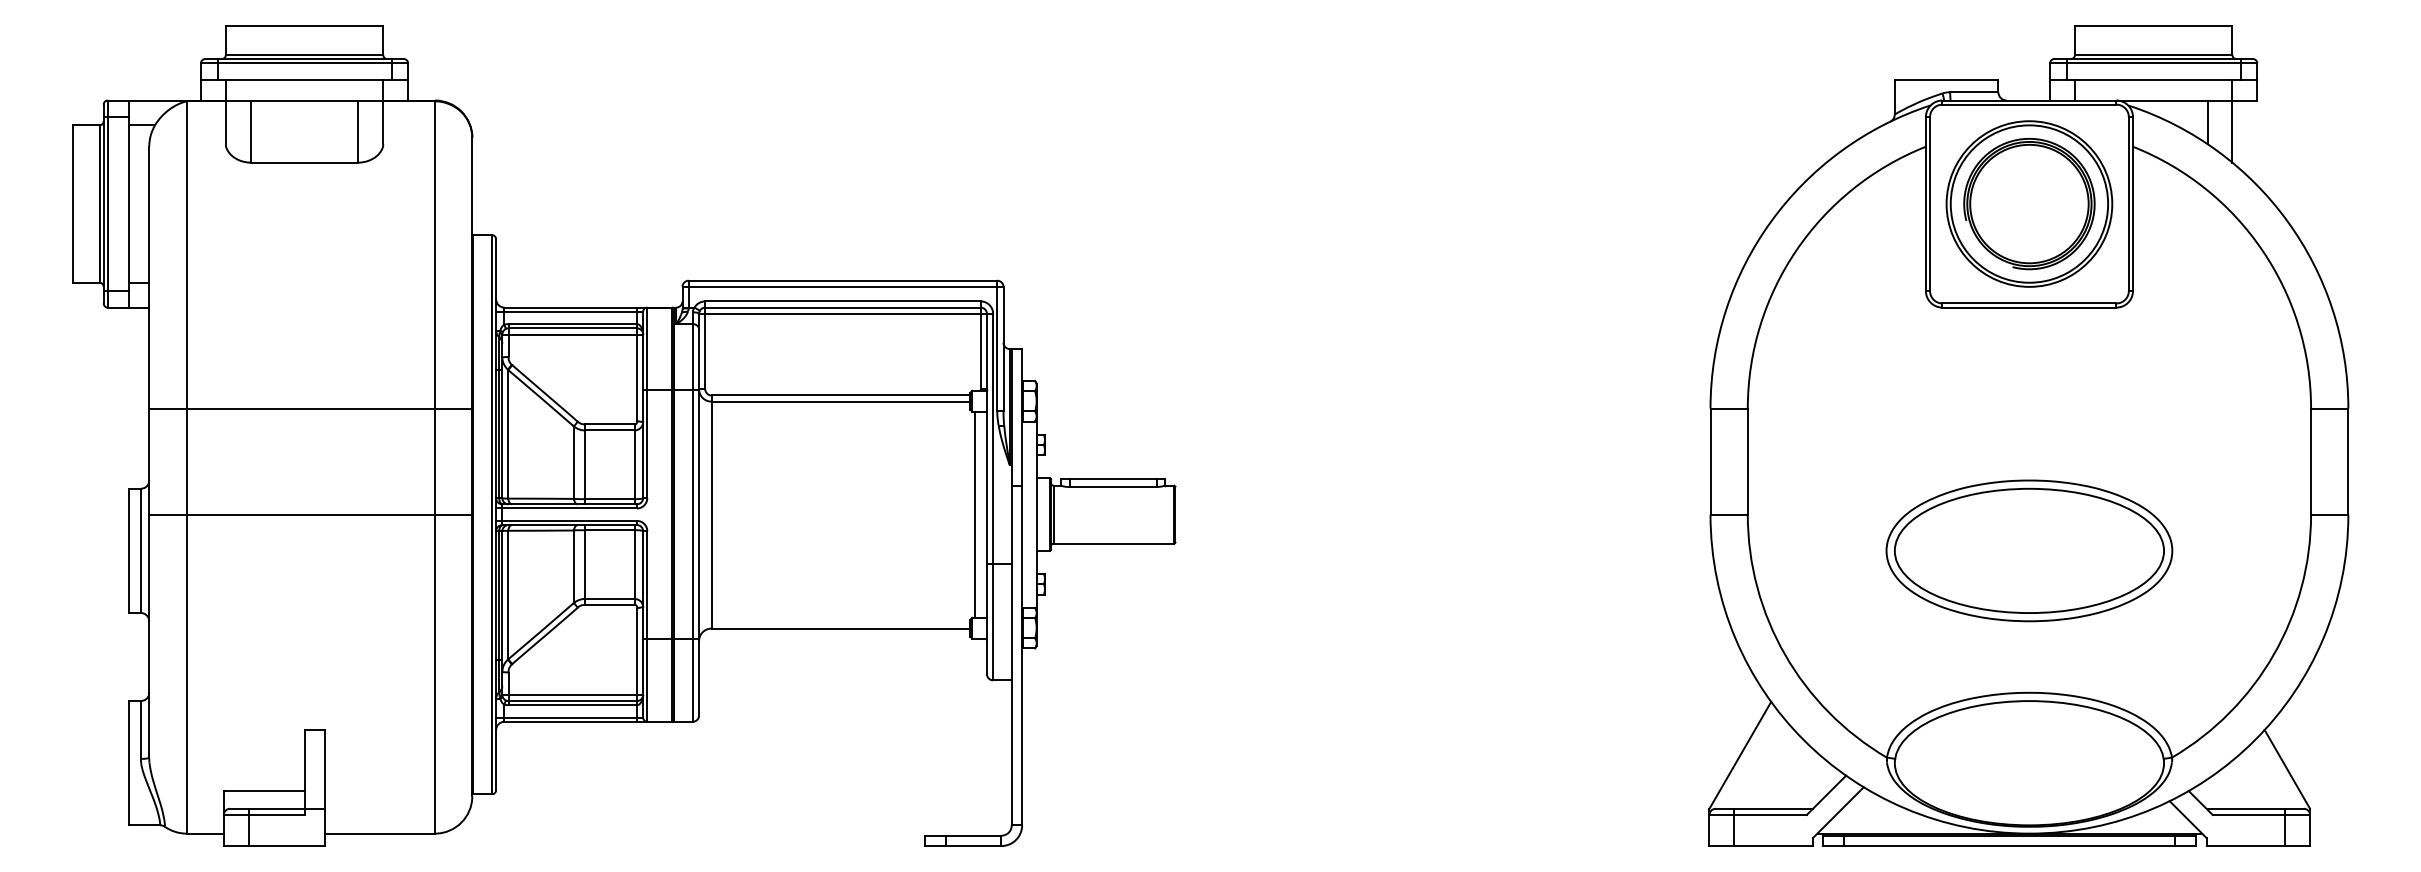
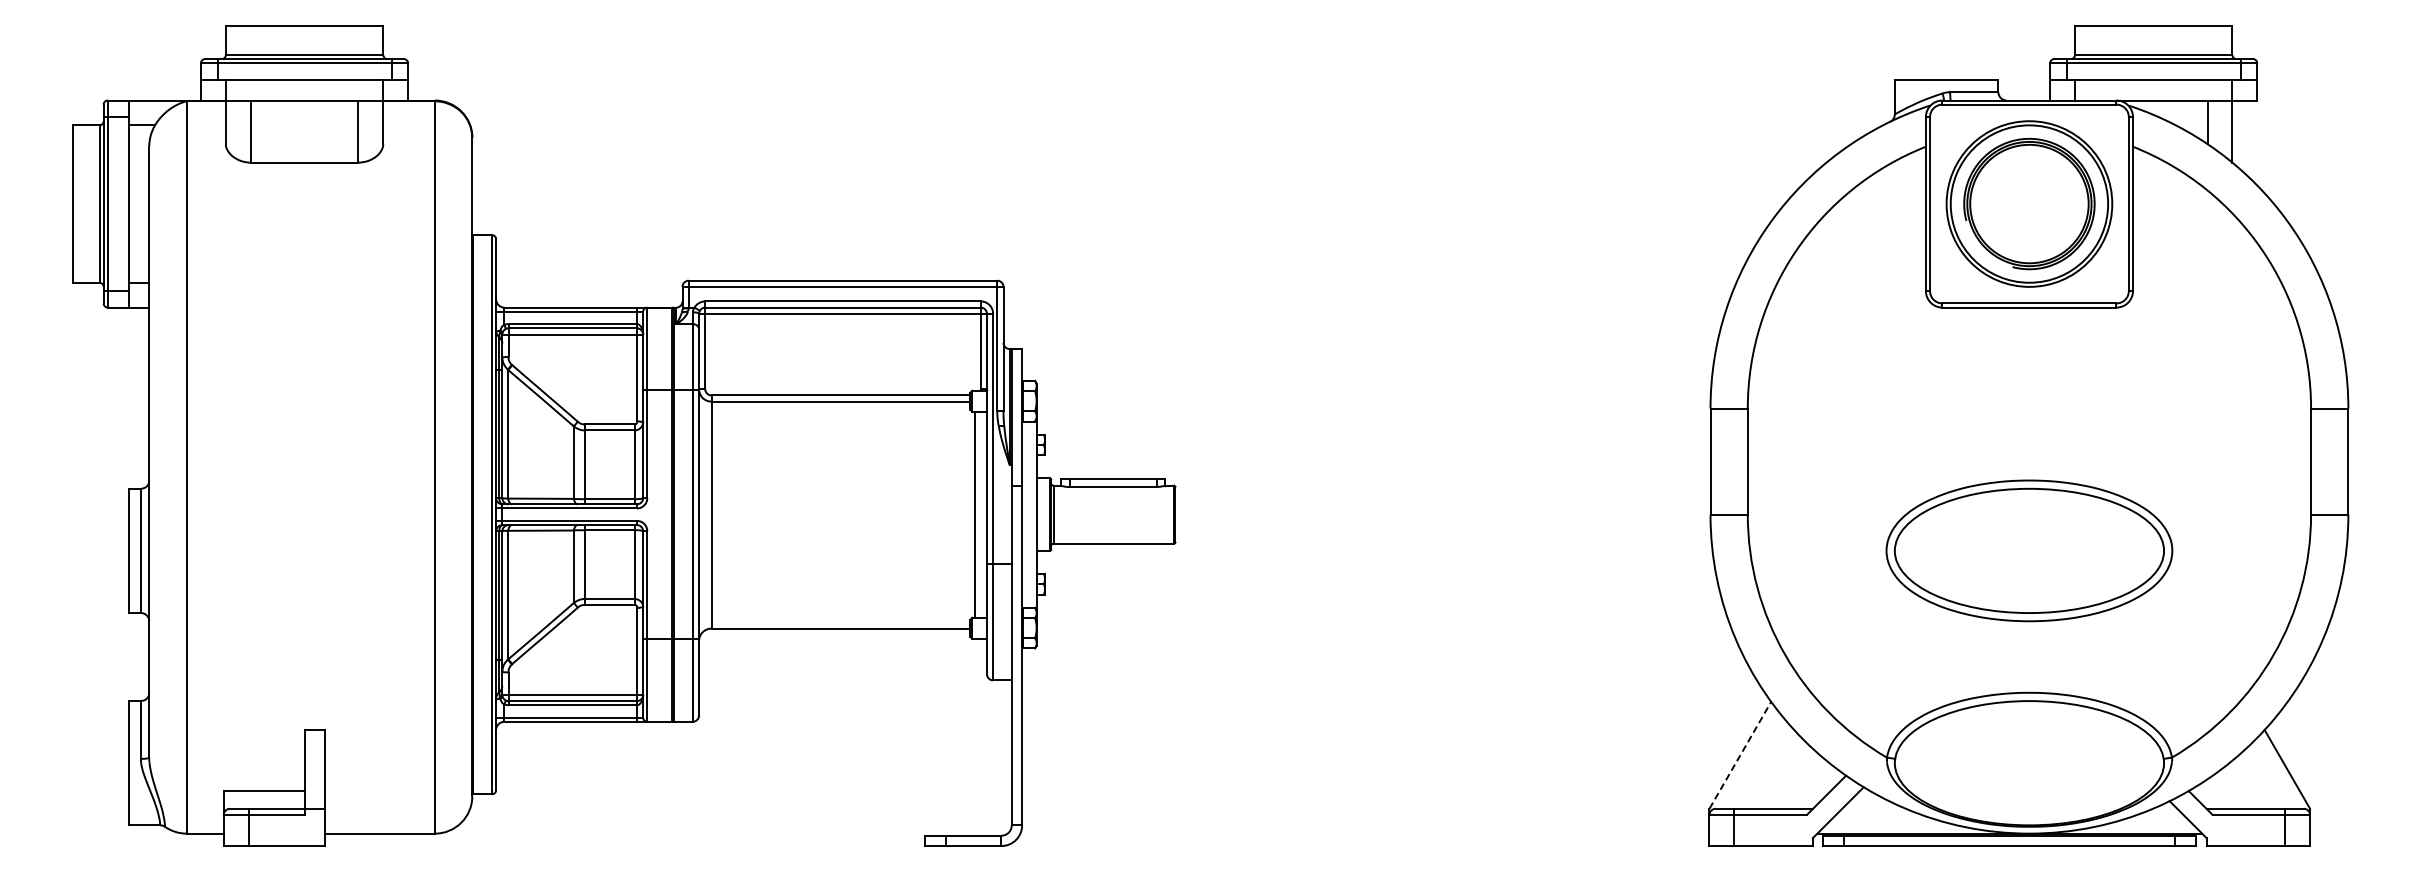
line at (310, 408): present -> none
line at (310, 514): present -> none
line at (1740, 755): solid -> dashed
